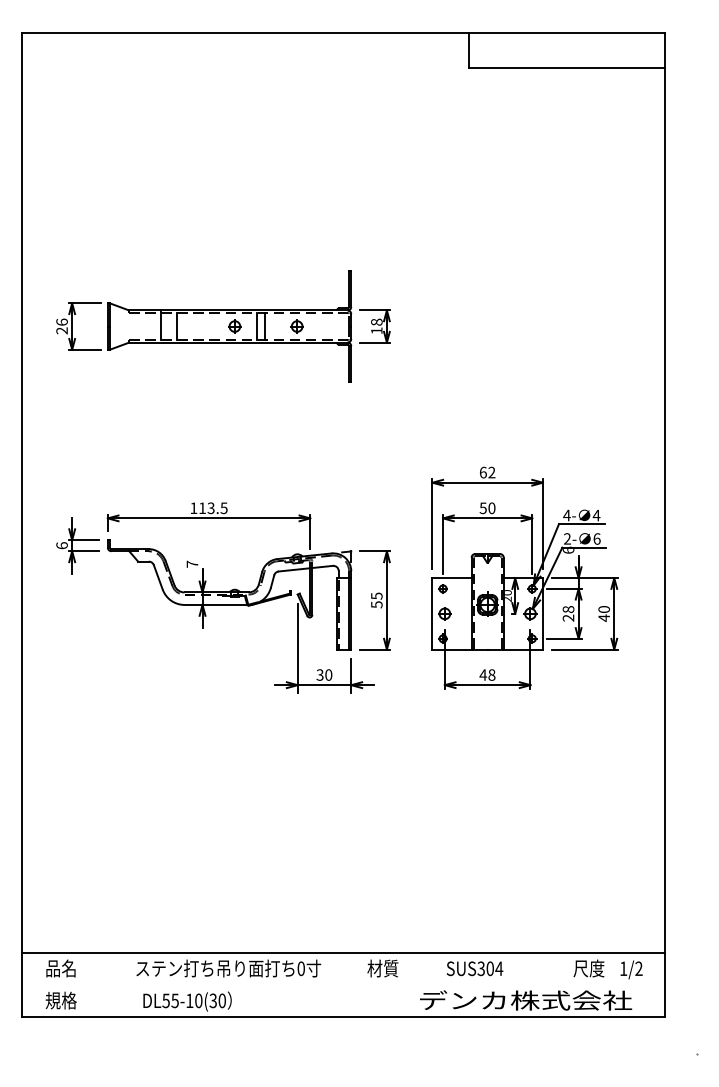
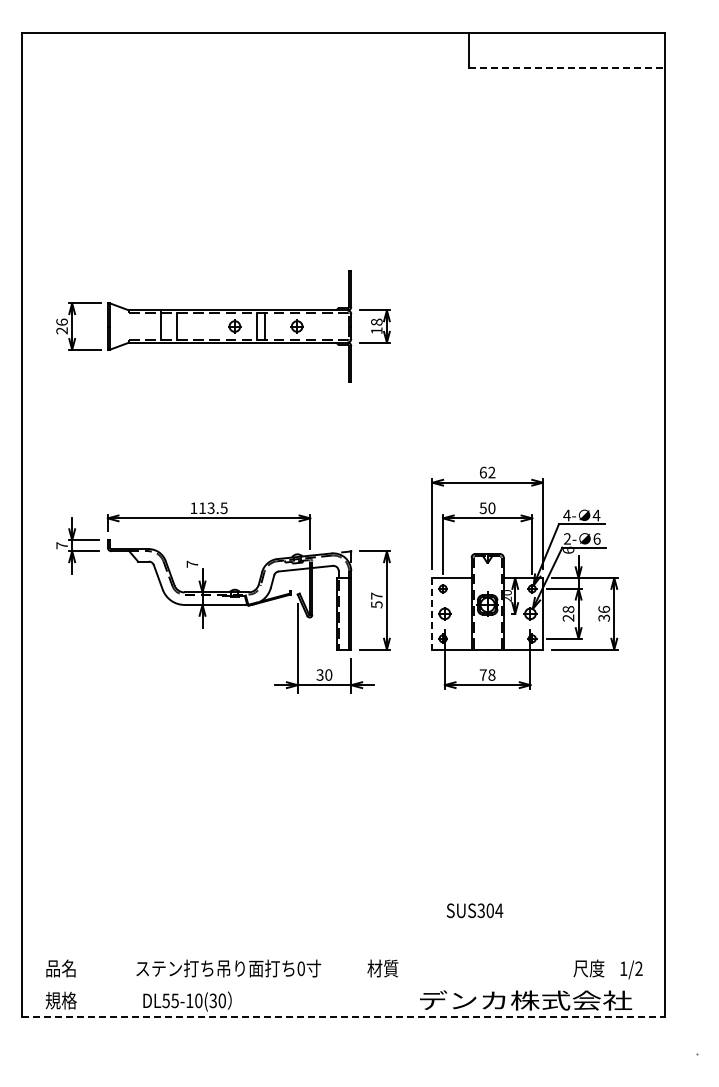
line at (567, 68): solid -> dashed
text at (61, 545): 6 -> 7
text at (376, 595): 55 -> 57
line at (432, 613): solid -> dashed
text at (604, 613): 40 -> 36
text at (483, 674): 48 -> 78
line at (343, 952): present -> none
text at (475, 968) position: (475, 968) -> (475, 910)
line at (343, 1016): solid -> dashed
